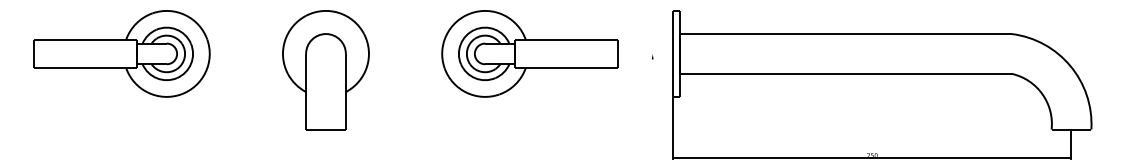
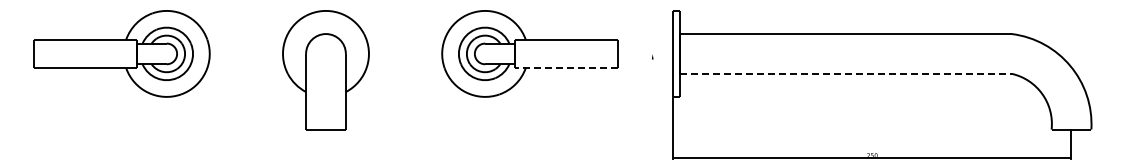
line at (566, 68): solid -> dashed
line at (846, 73): solid -> dashed
